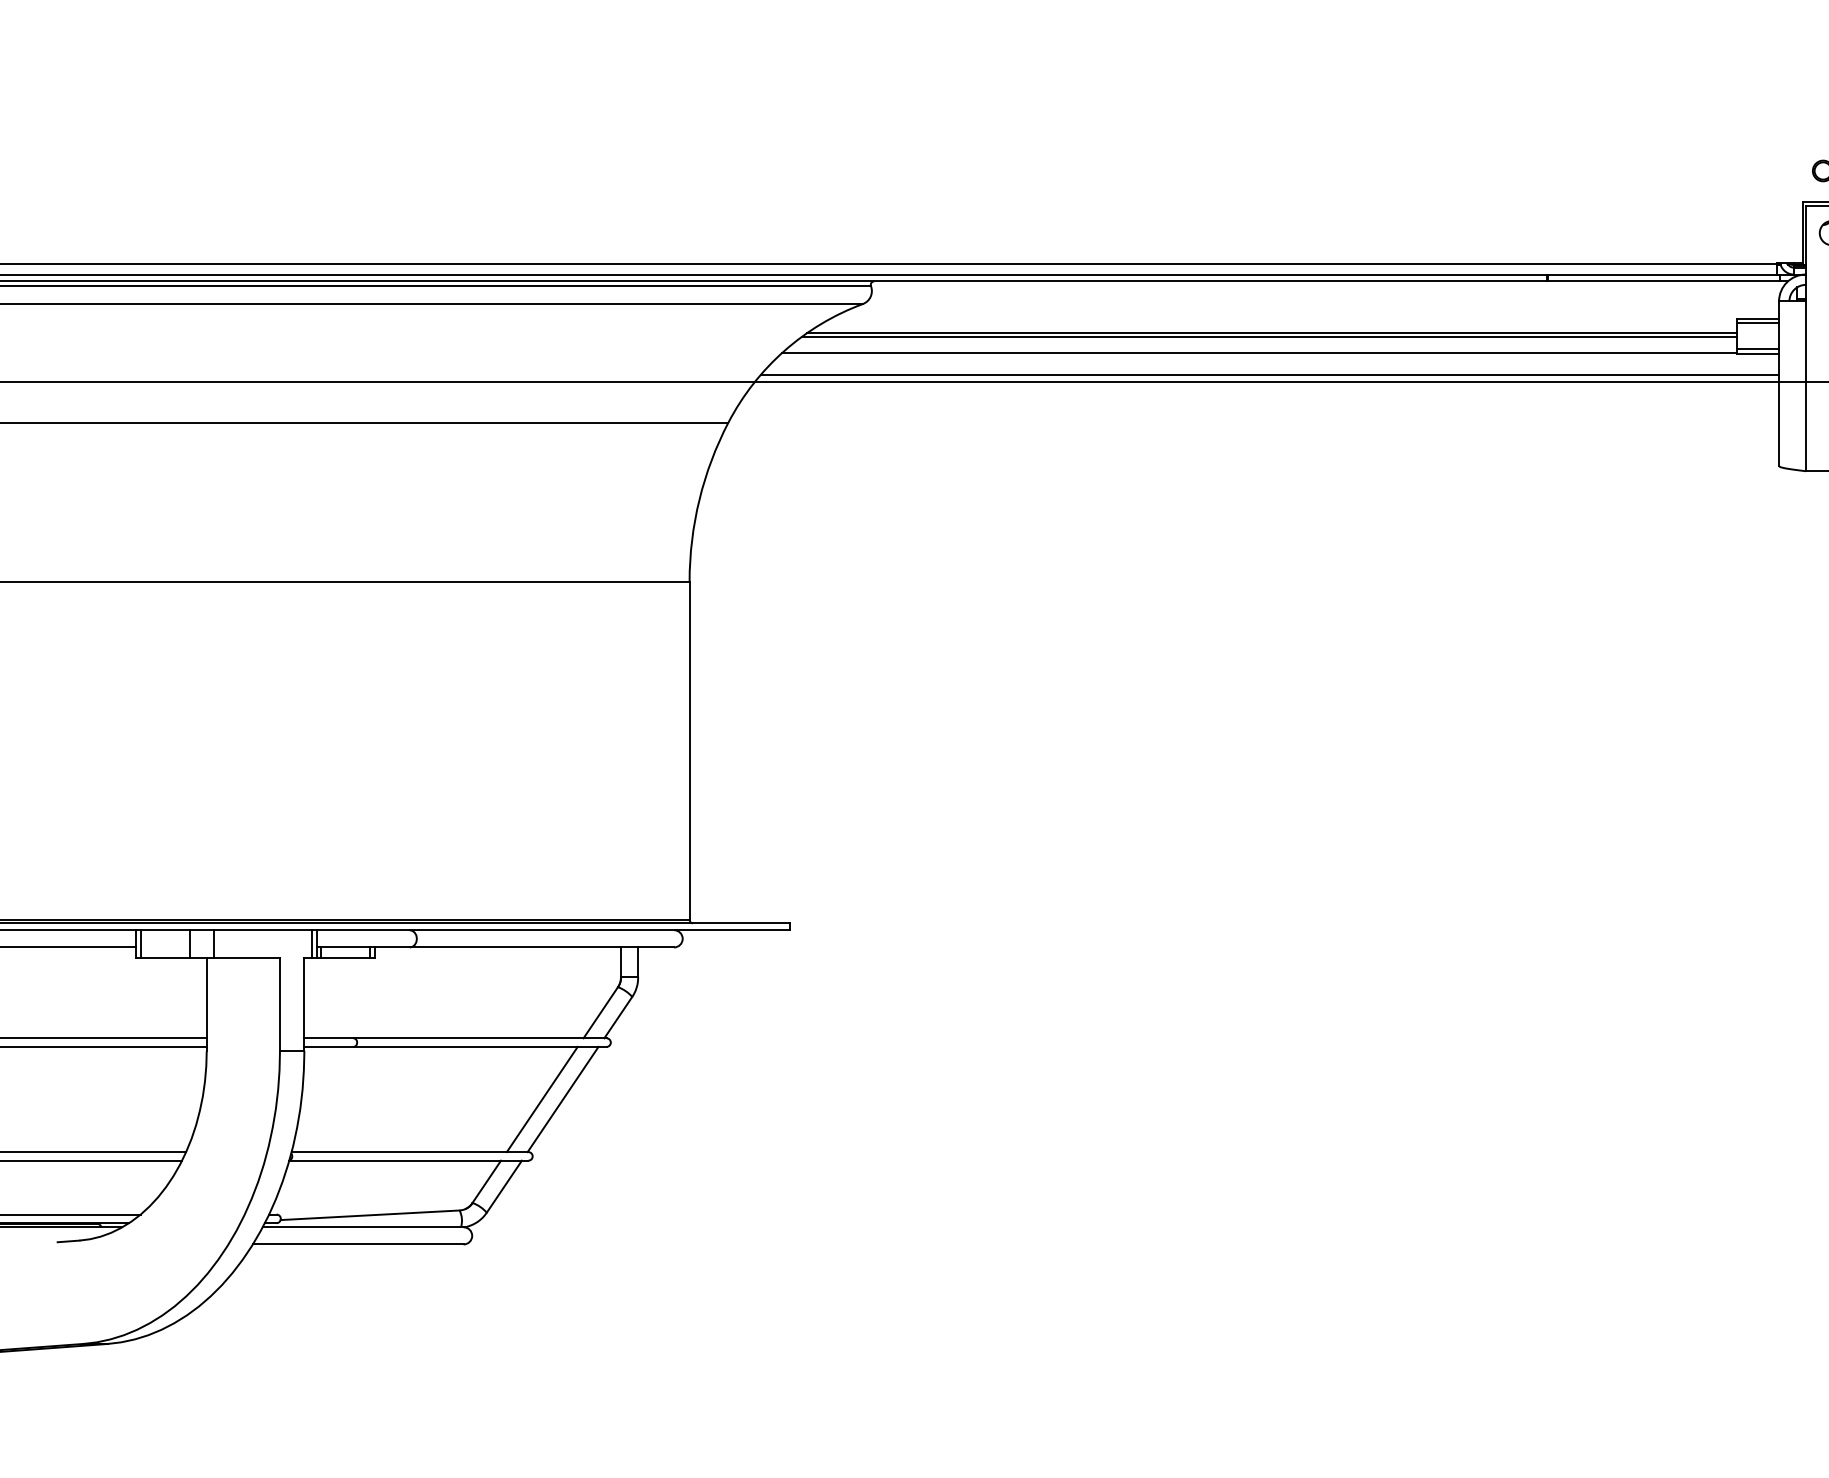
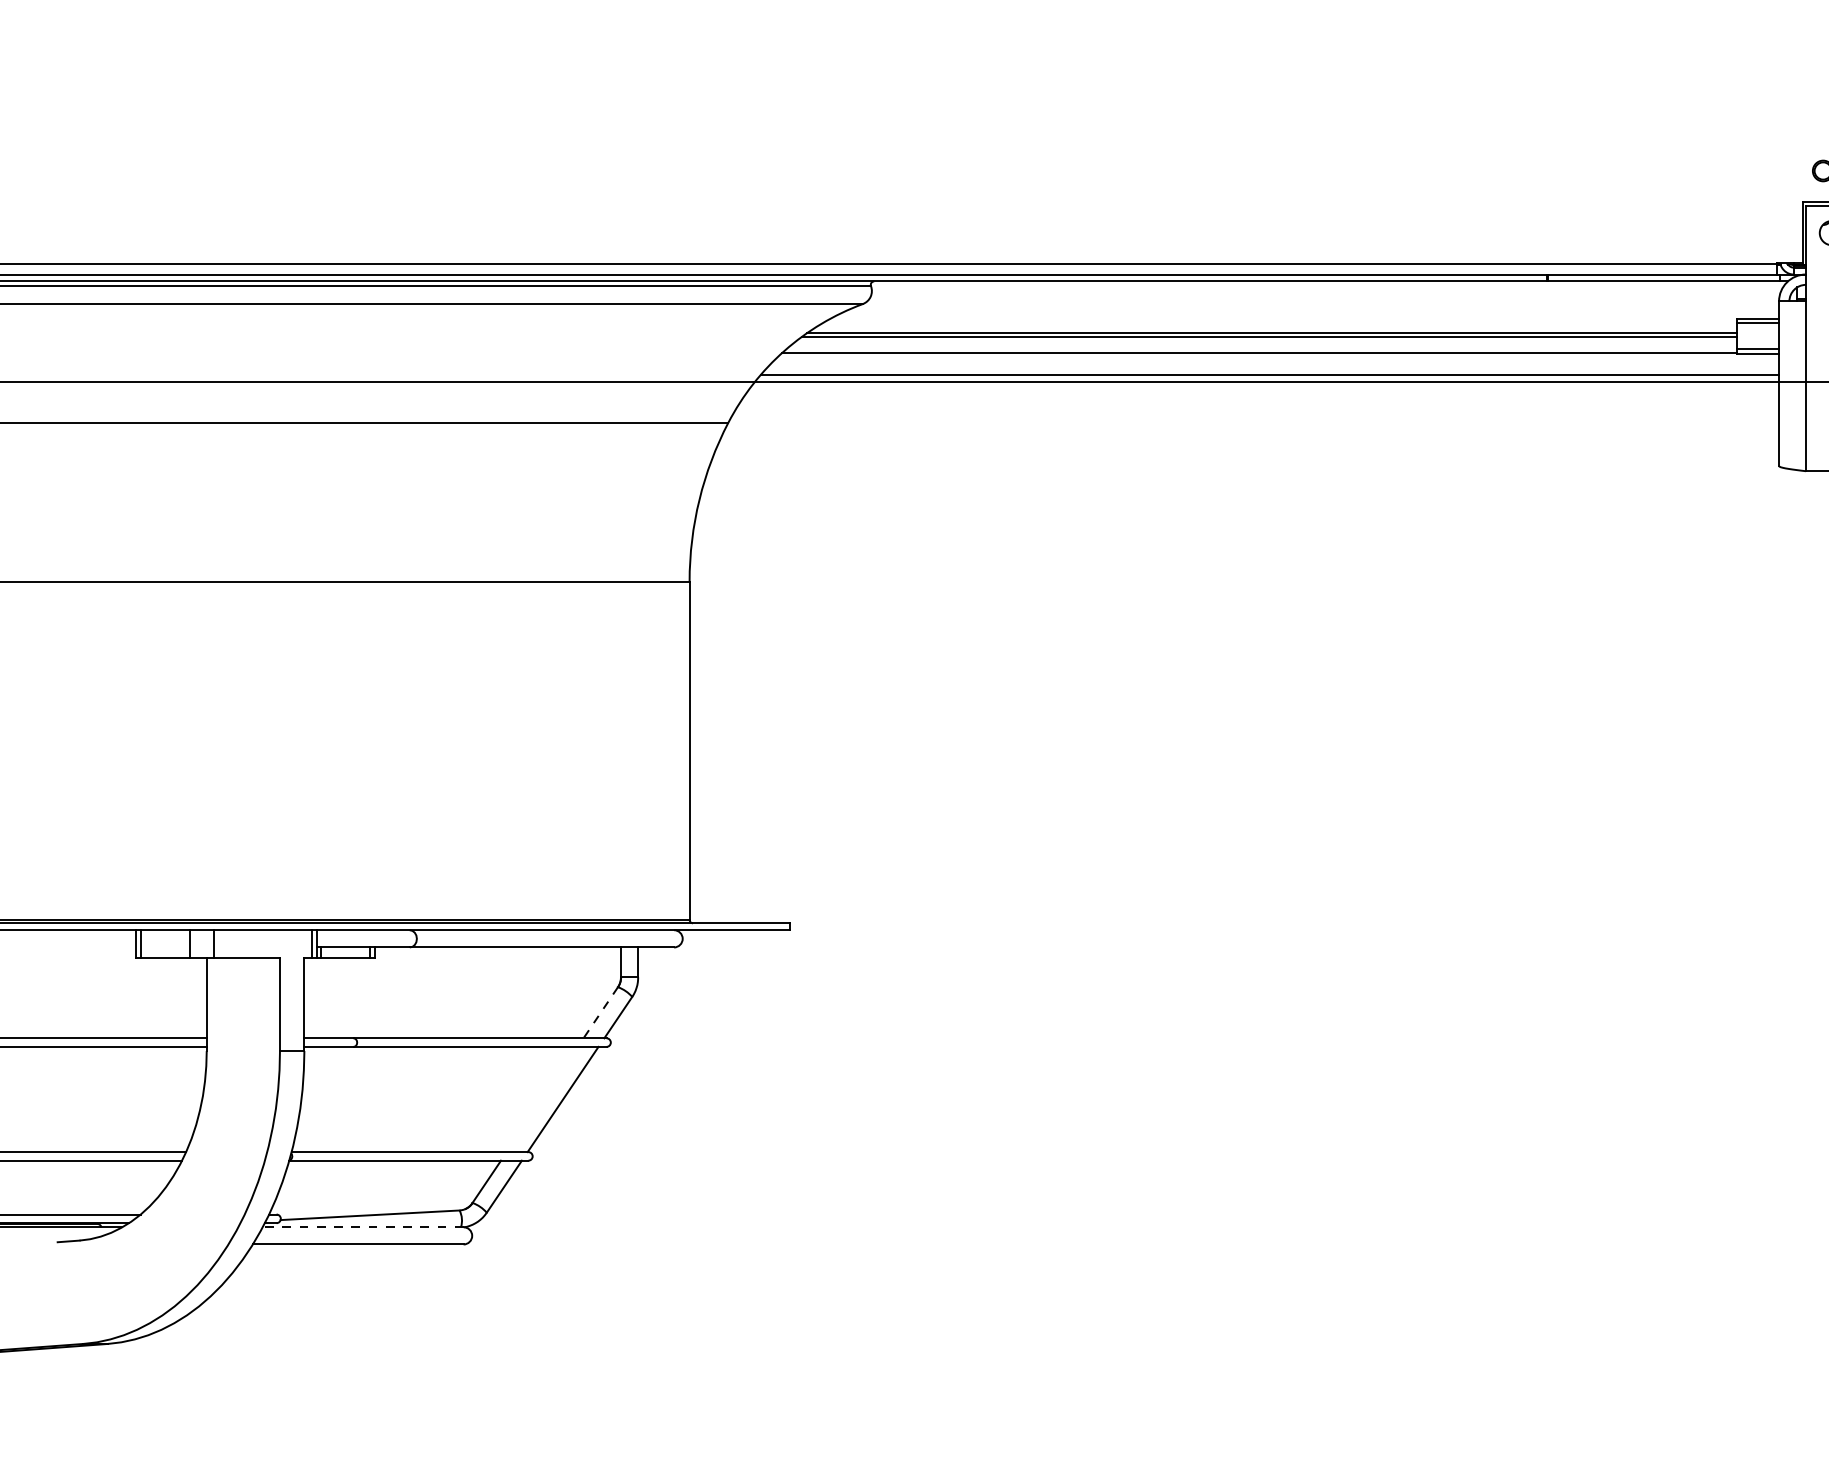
line at (68, 947): present -> none
line at (600, 1012): solid -> dashed
line at (541, 1099): present -> none
line at (362, 1227): solid -> dashed
